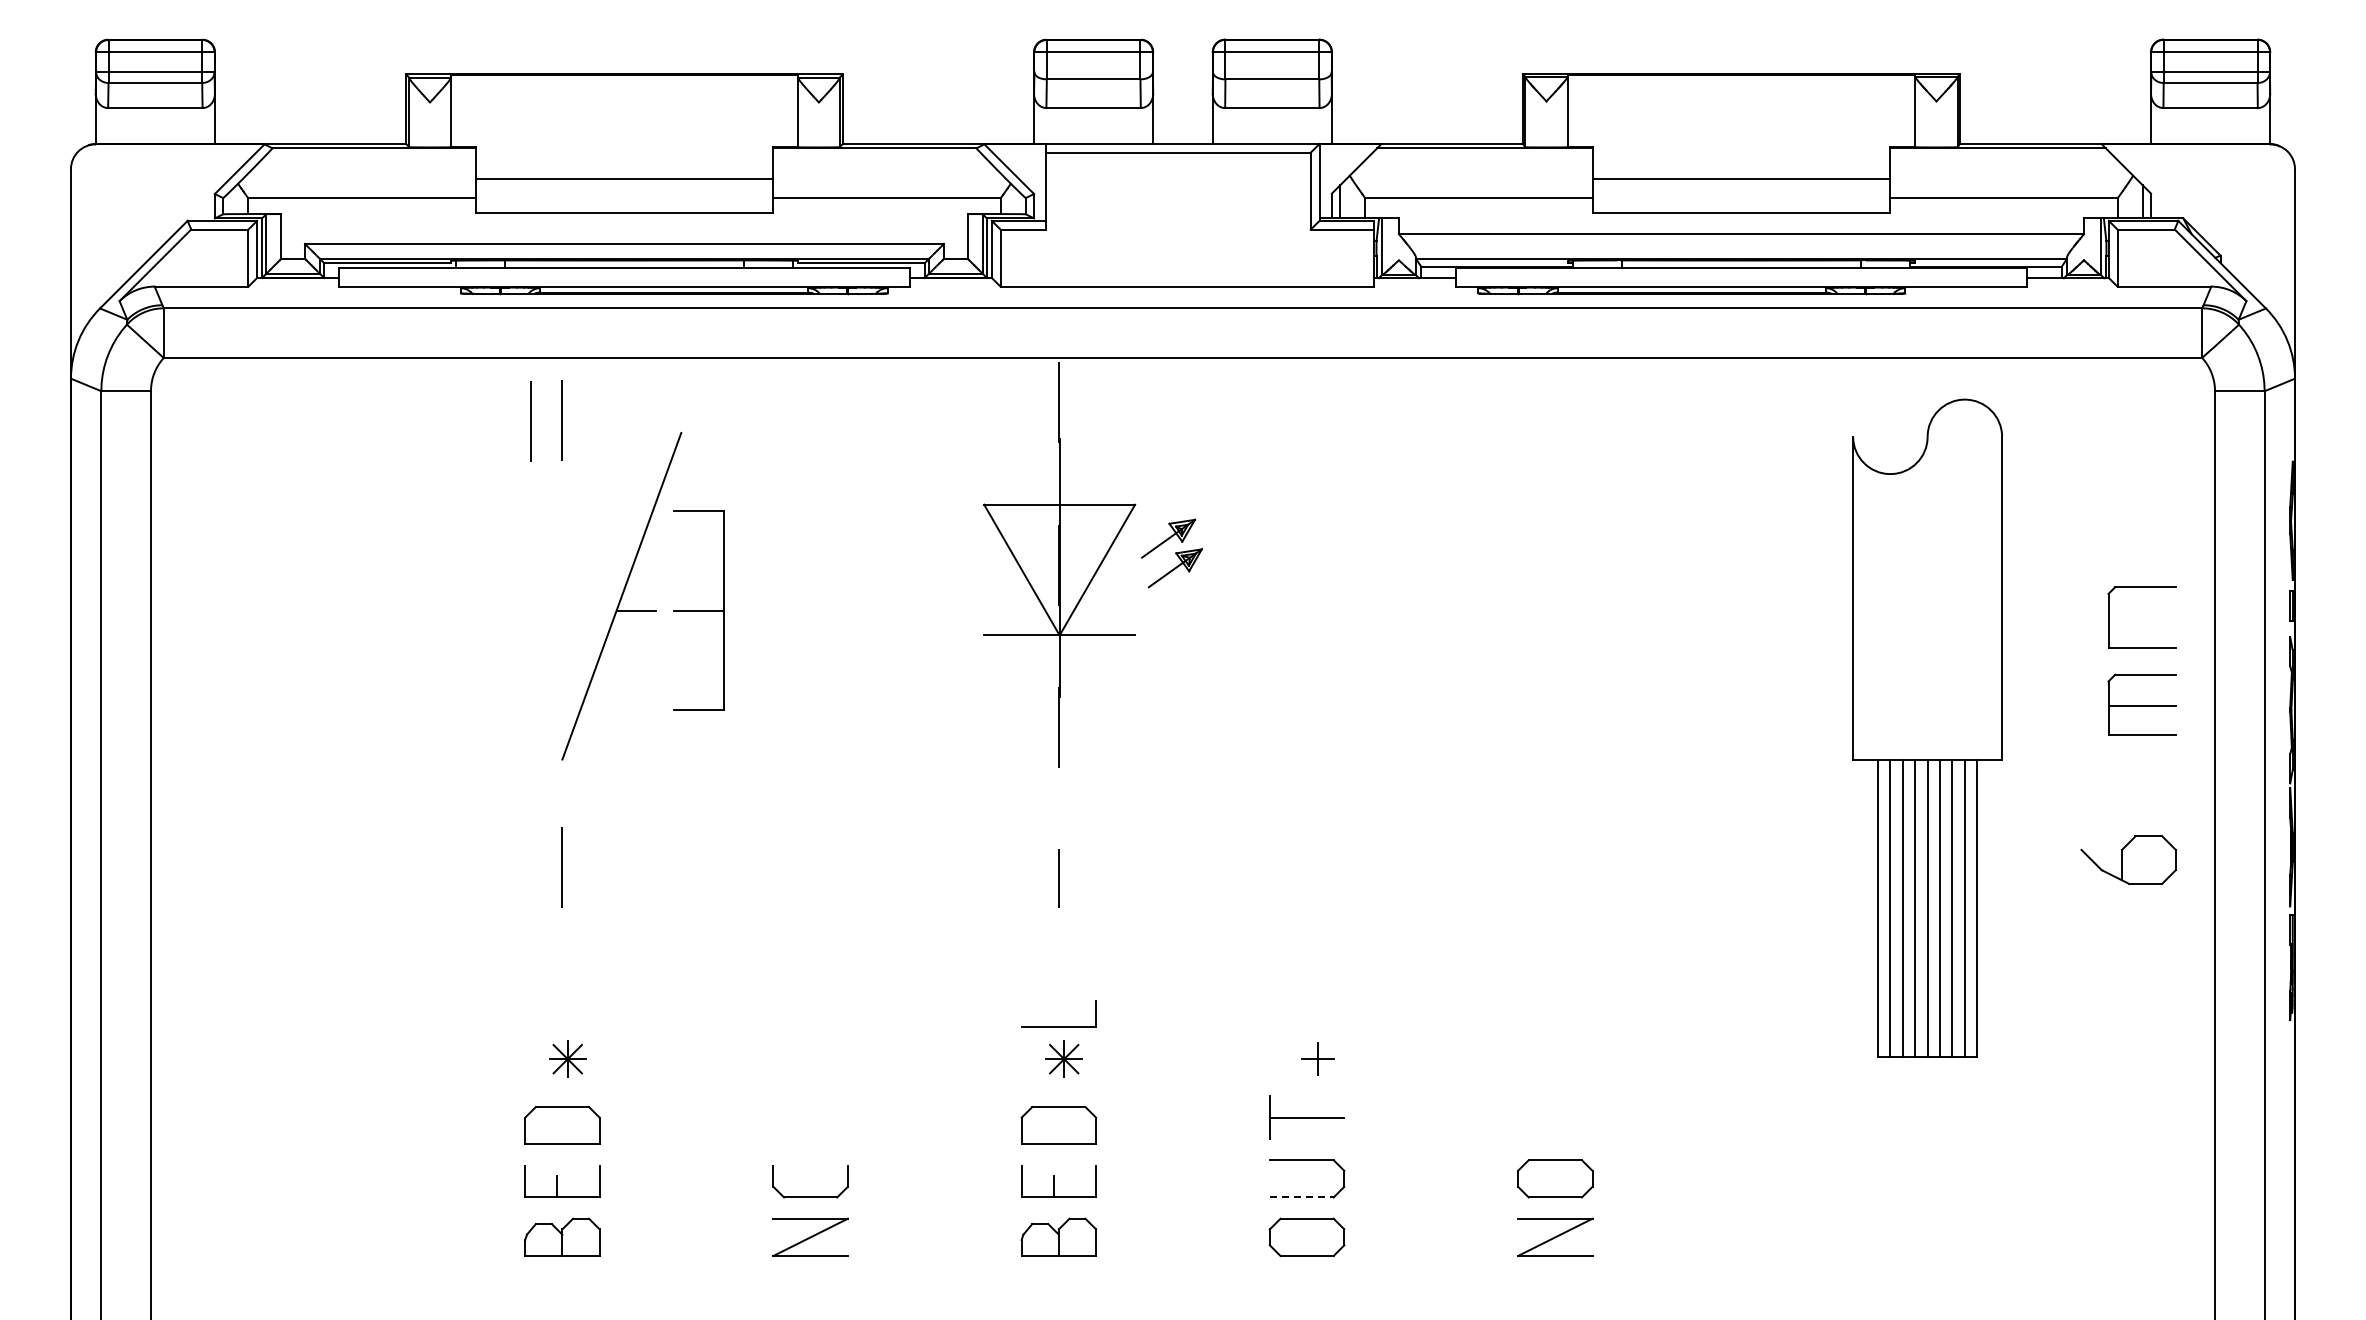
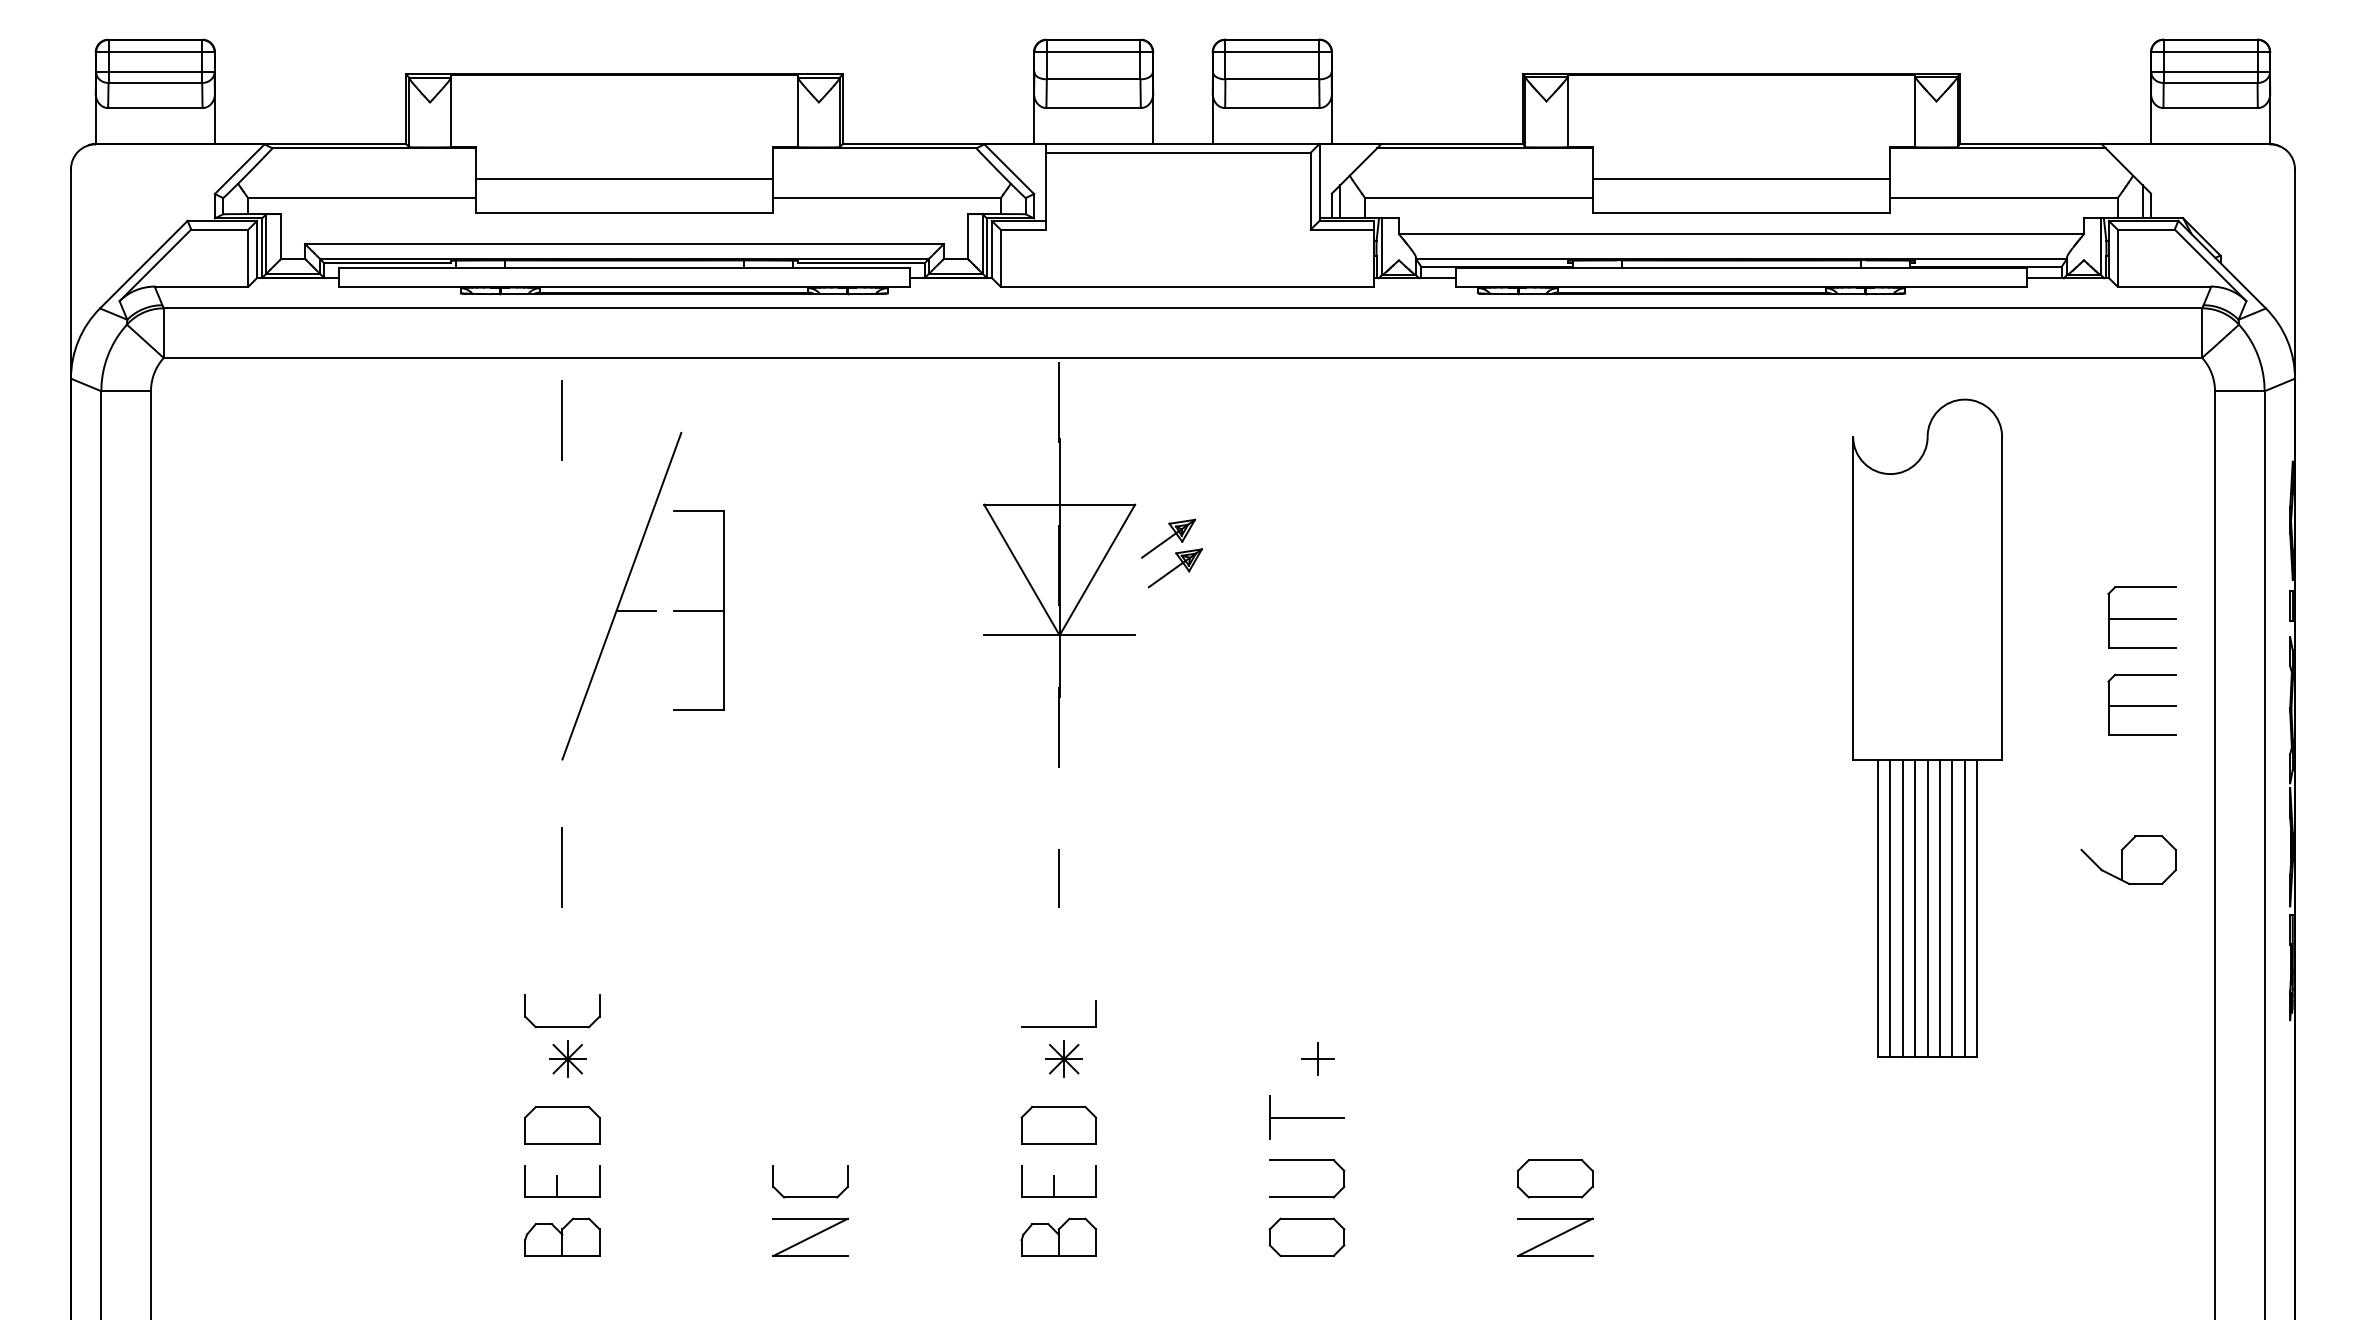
line at (530, 421): present -> none
line at (2141, 618): none -> present
part at (562, 1026): none -> present
line at (1301, 1197): dashed -> solid
